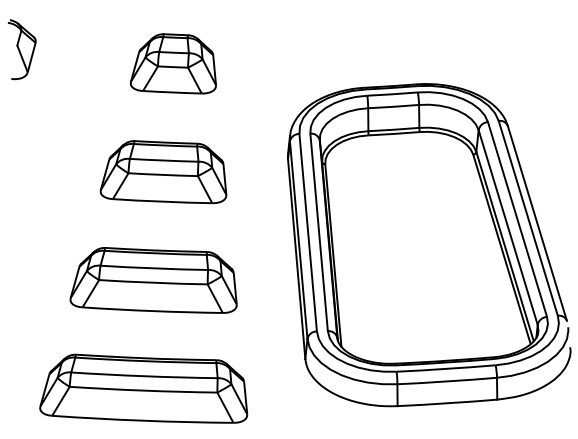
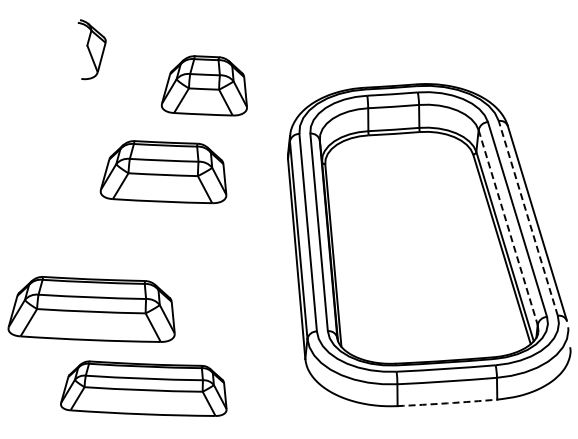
part at (21, 49) position: (21, 49) -> (91, 49)
part at (173, 63) position: (173, 63) -> (204, 85)
line at (528, 218): solid -> dashed
line at (508, 227): solid -> dashed
part at (153, 280) position: (153, 280) -> (91, 309)
part at (143, 388) size: 210x71 px -> 168x57 px
arc at (447, 403): solid -> dashed
